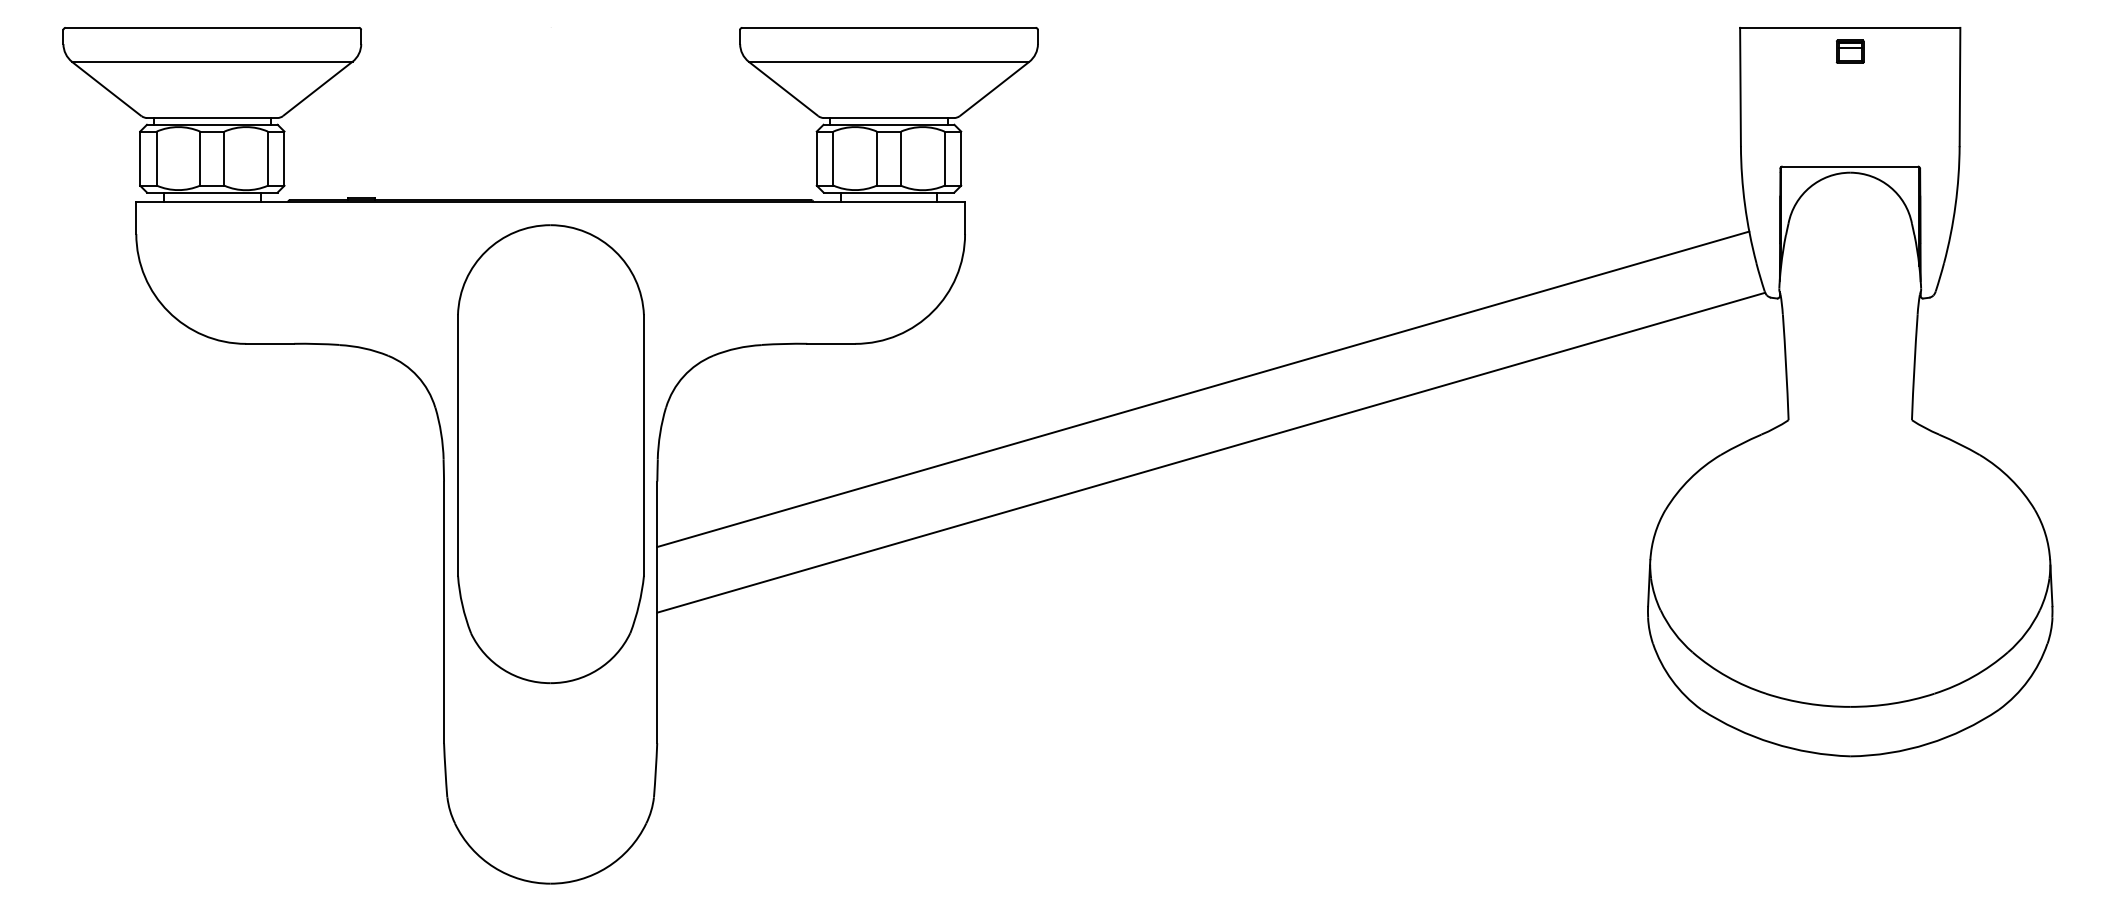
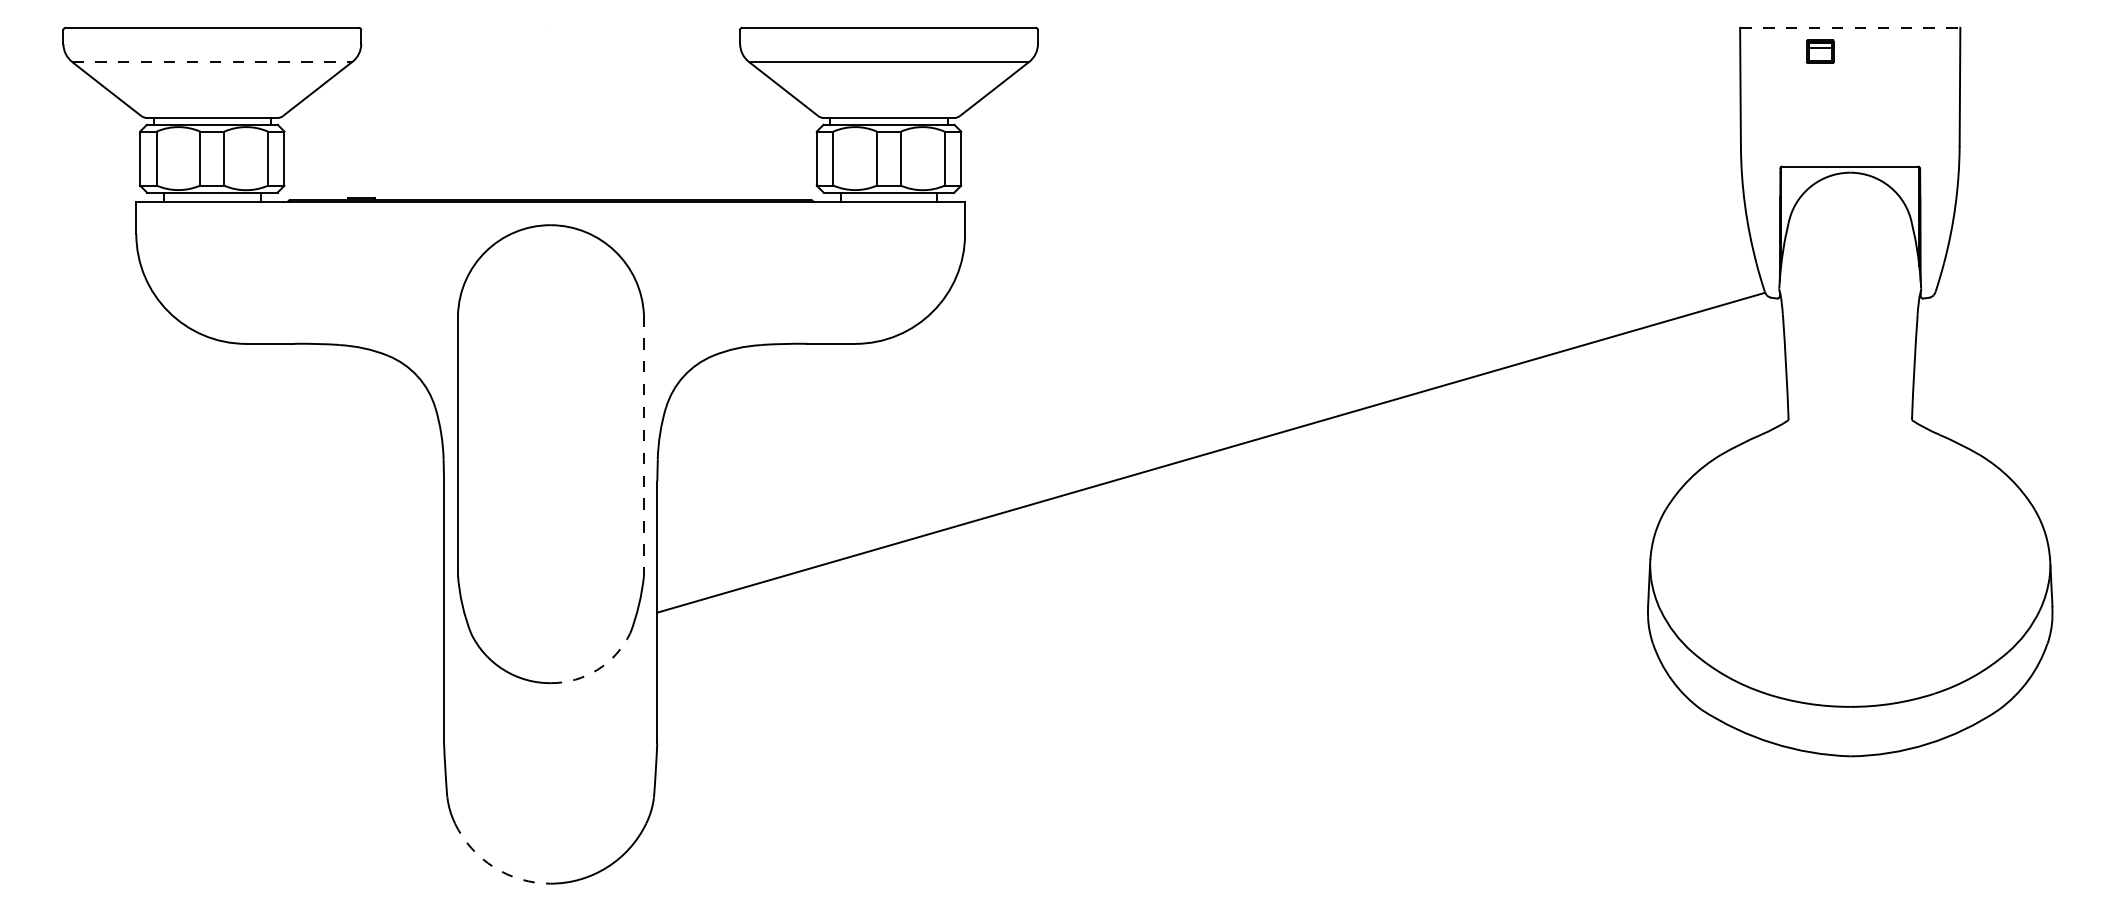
line at (1850, 27): solid -> dashed
part at (1849, 51) position: (1849, 51) -> (1819, 51)
line at (212, 61): solid -> dashed
line at (1203, 389): present -> none
line at (643, 445): solid -> dashed
arc at (597, 669): solid -> dashed
arc at (494, 867): solid -> dashed
